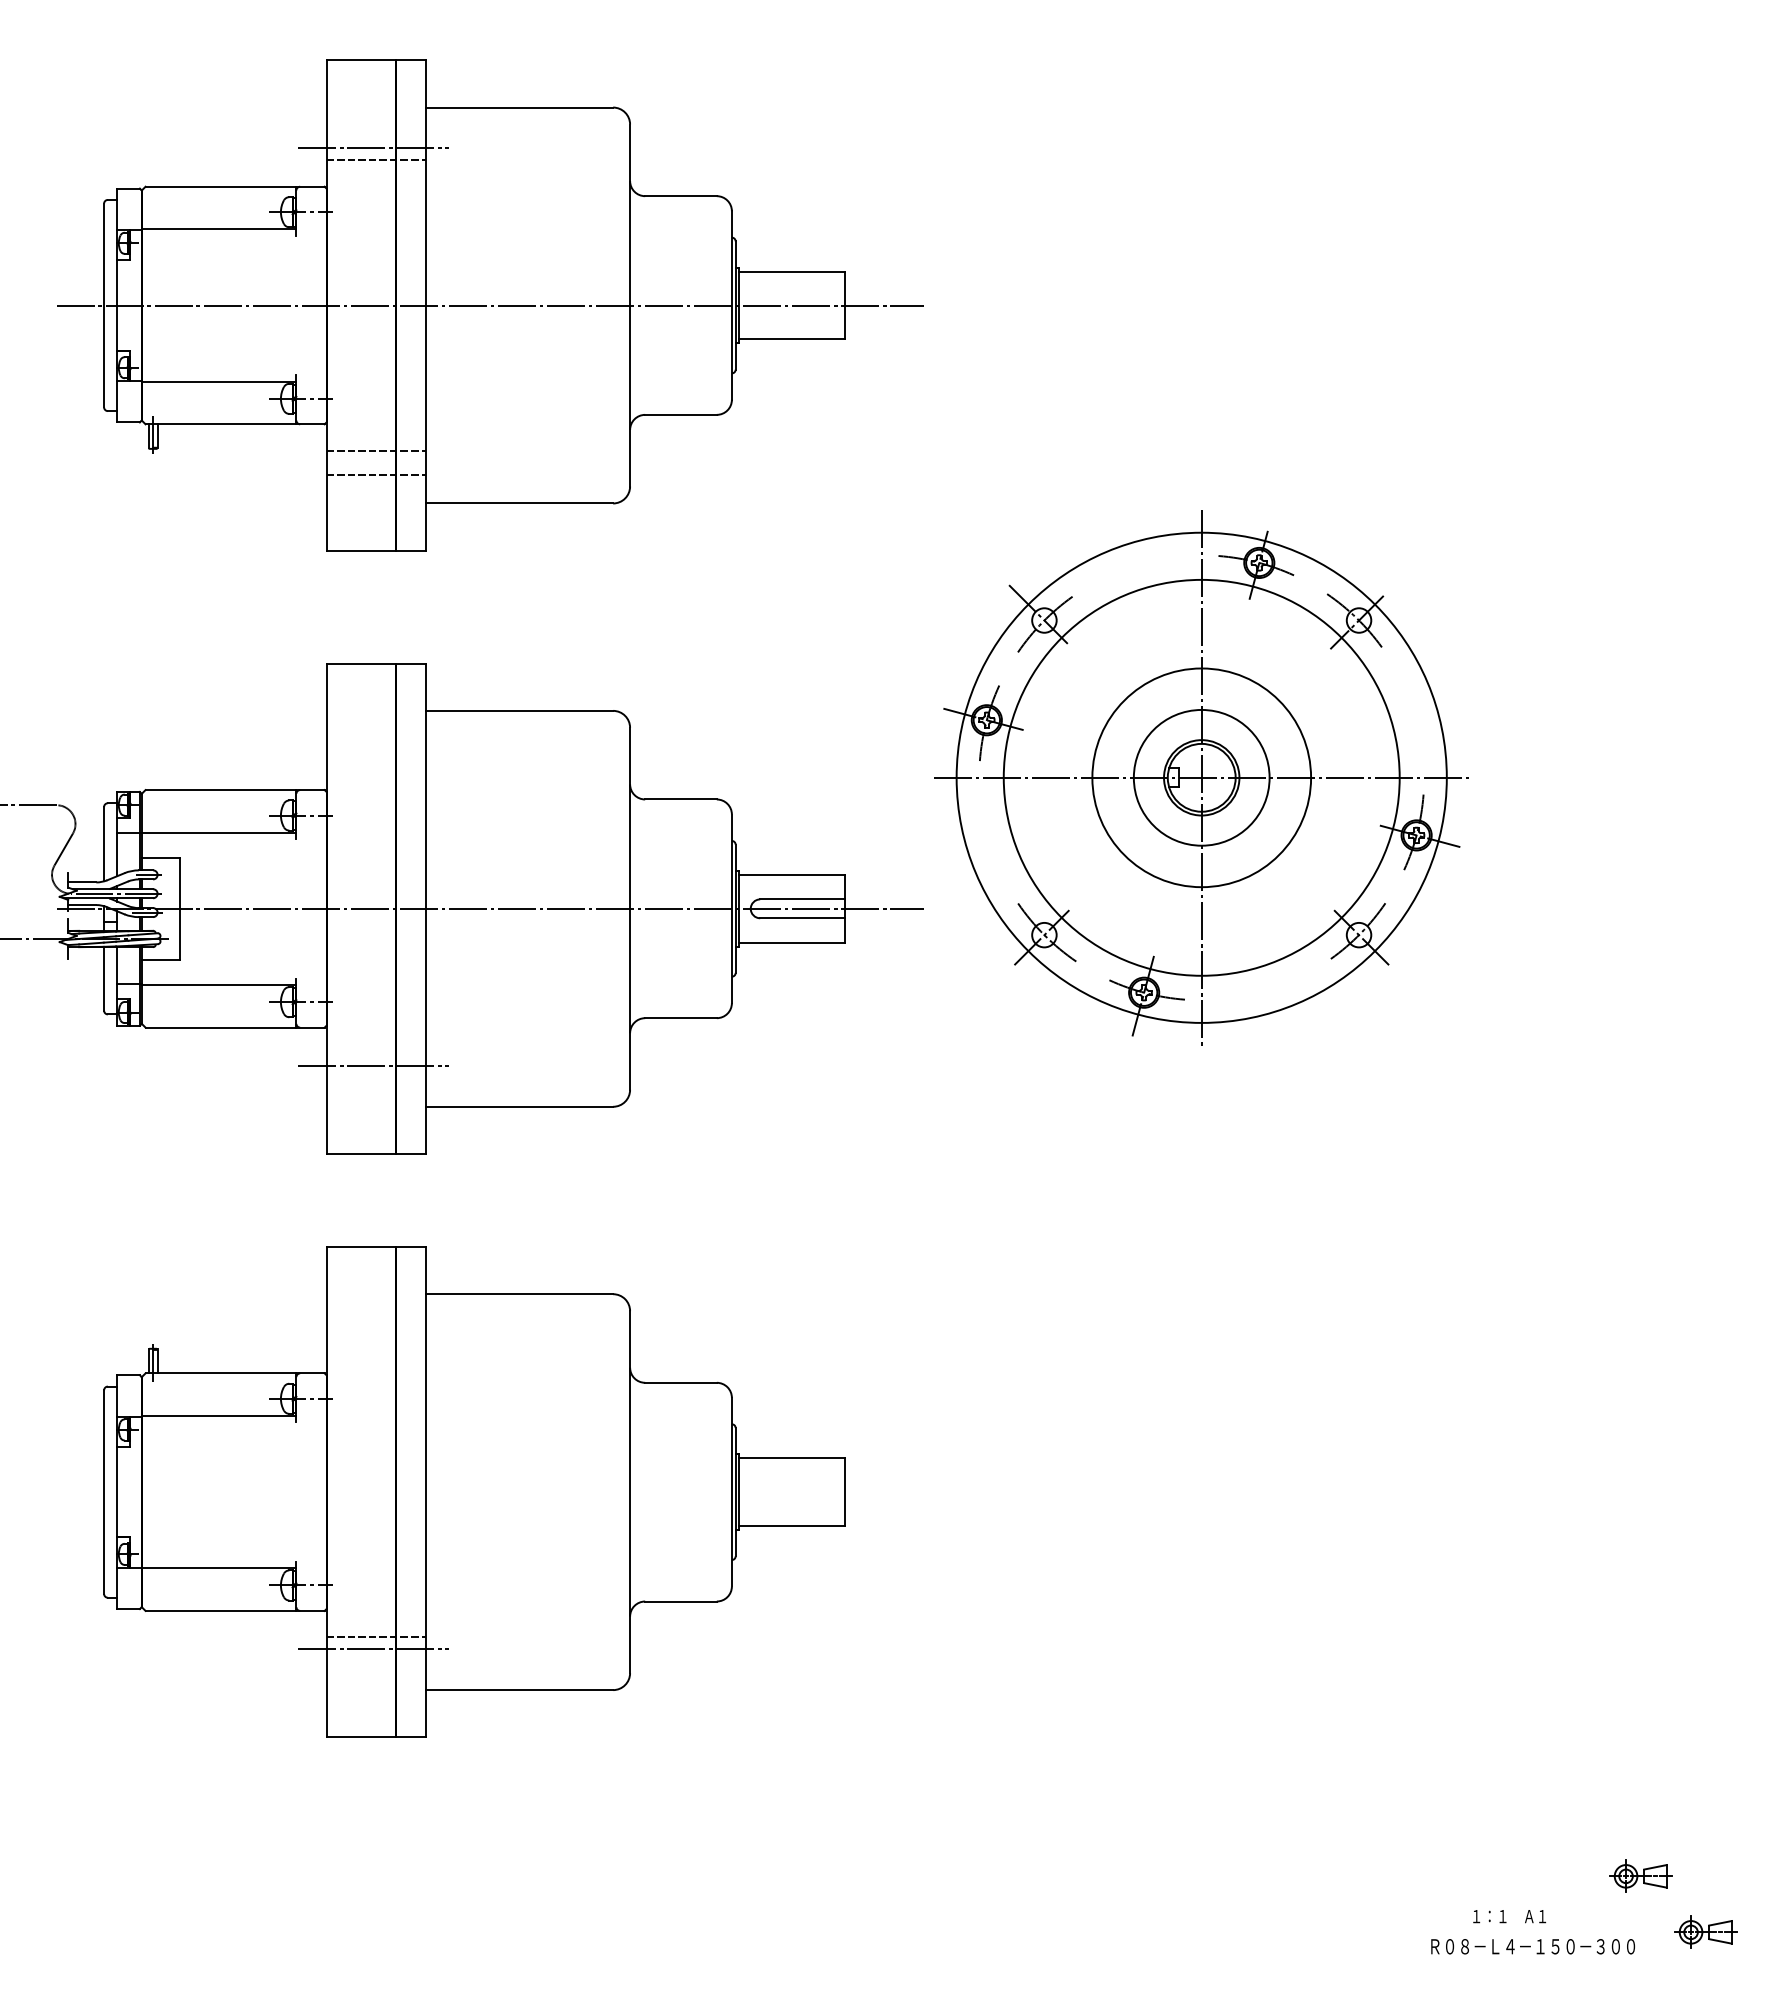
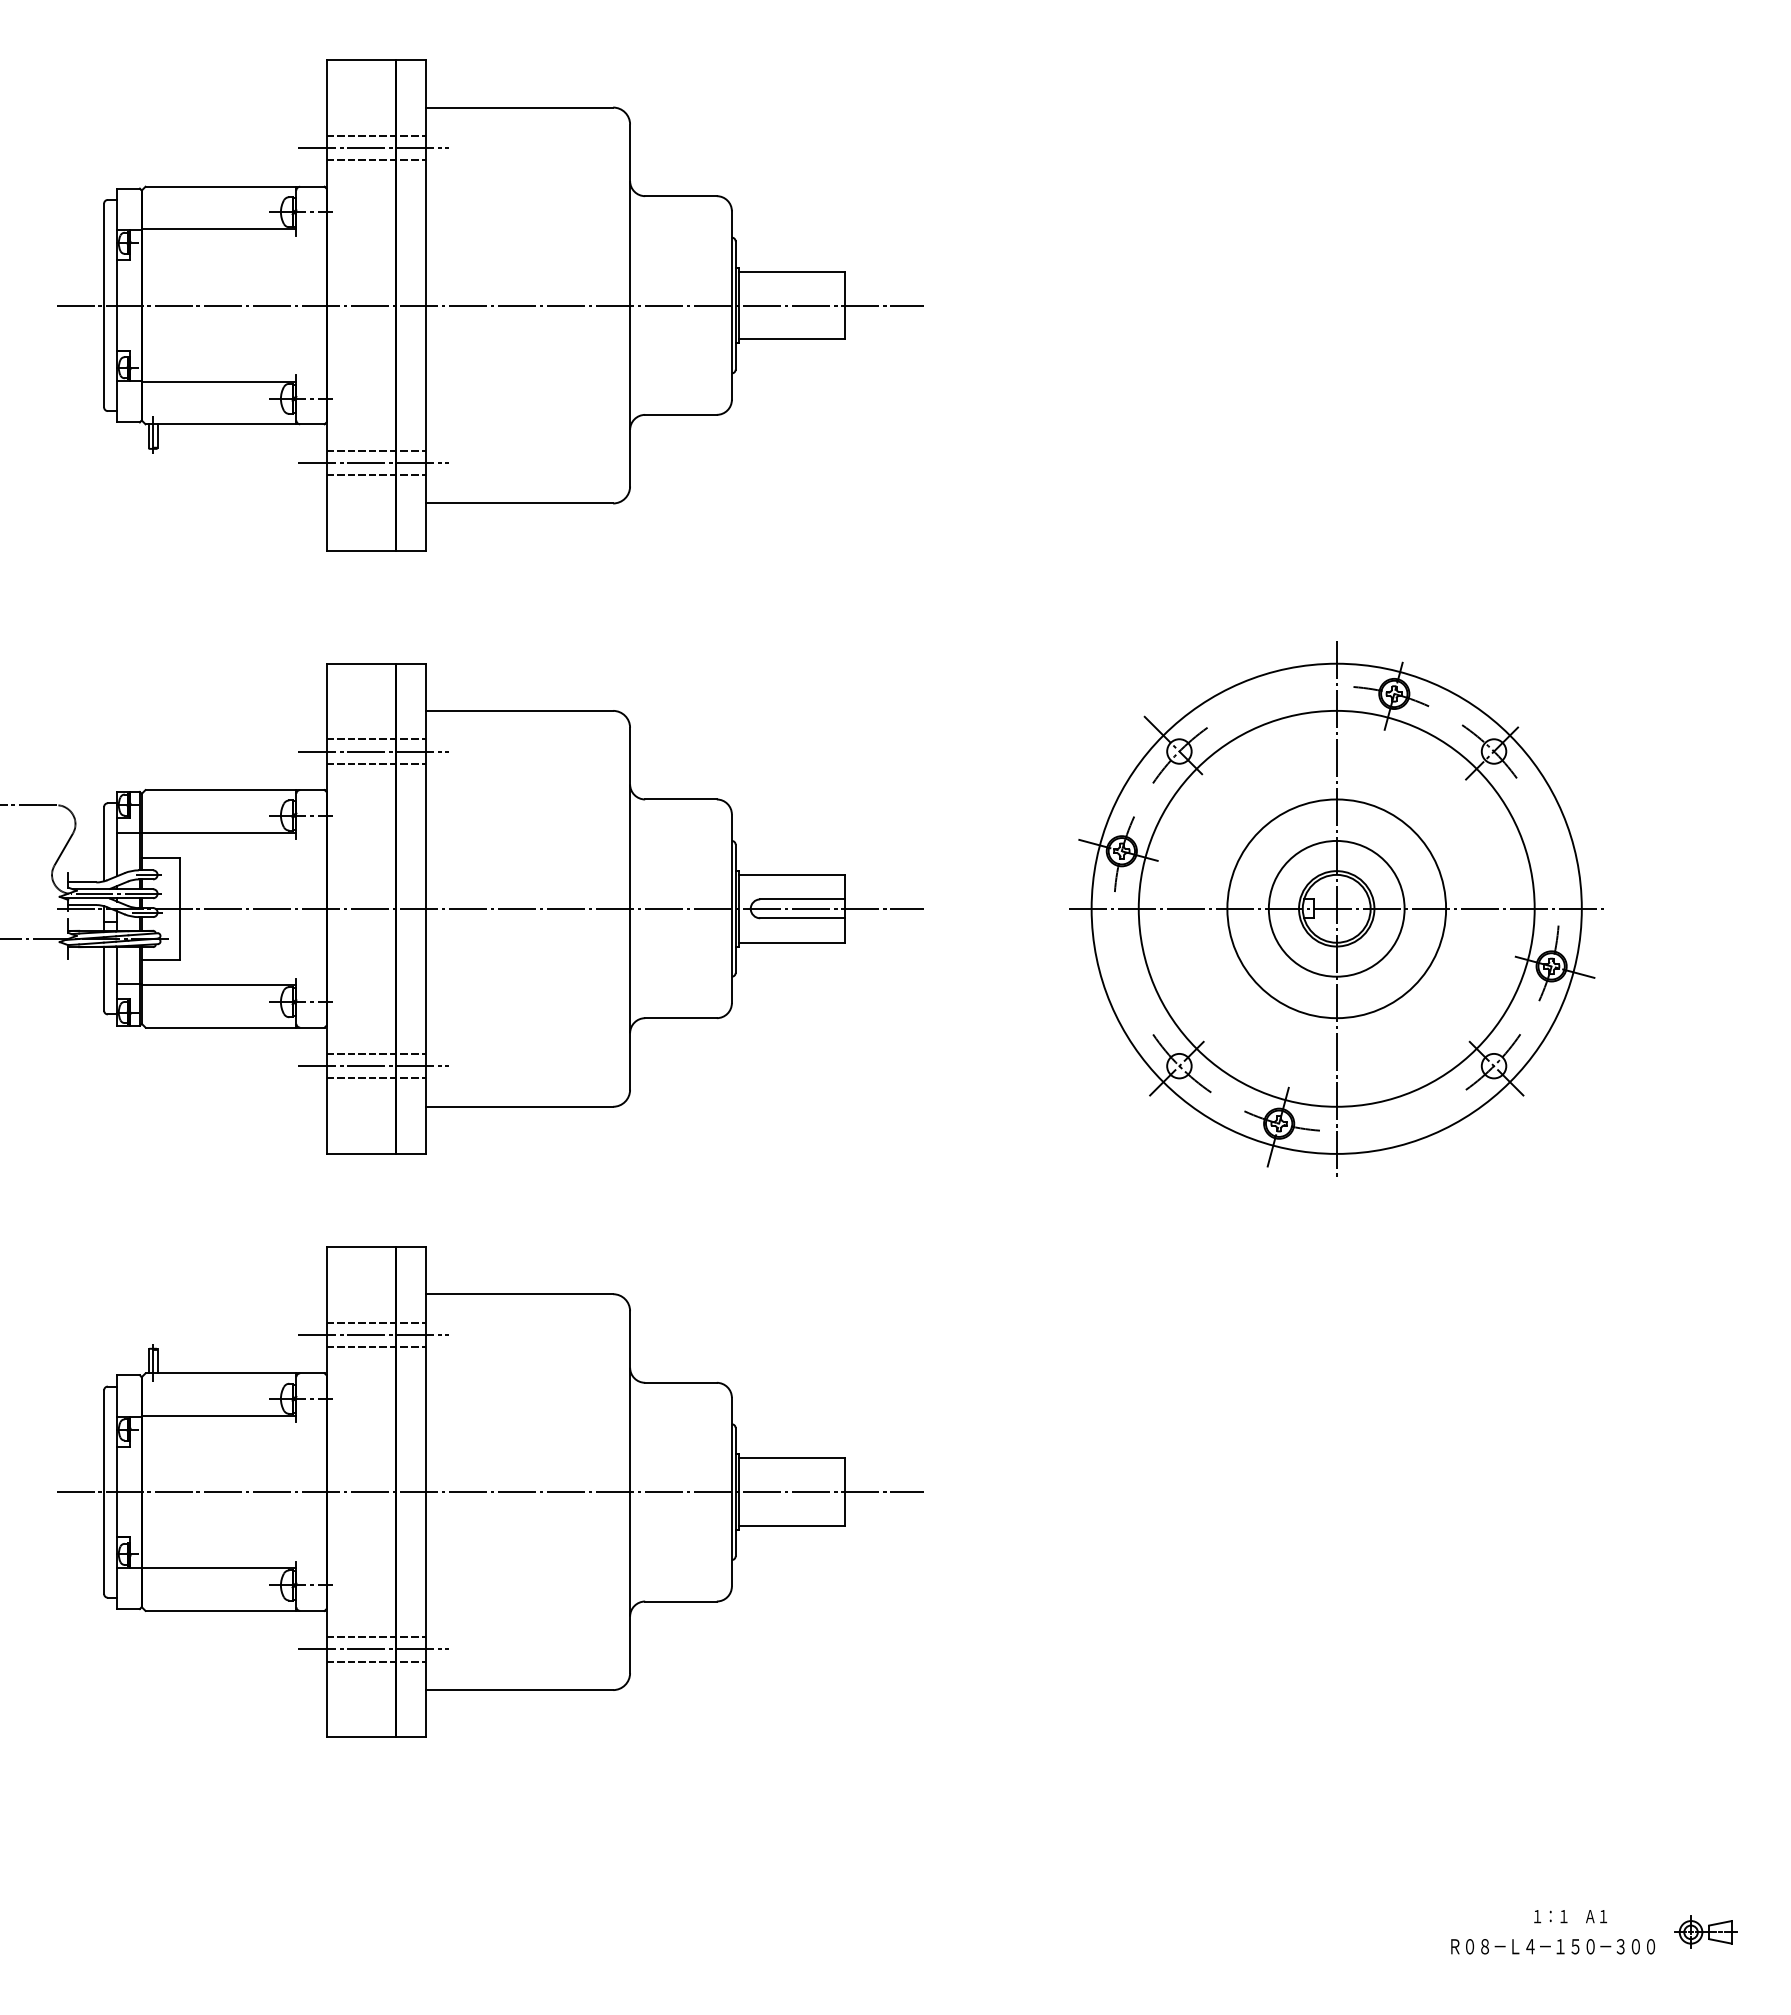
line at (376, 135): none -> present
line at (373, 462): none -> present
line at (376, 739): none -> present
line at (373, 751): none -> present
line at (376, 763): none -> present
part at (1201, 777) position: (1201, 777) -> (1336, 908)
line at (376, 1053): none -> present
line at (376, 1078): none -> present
line at (376, 1322): none -> present
line at (373, 1334): none -> present
line at (376, 1347): none -> present
line at (490, 1492): none -> present
line at (376, 1661): none -> present
part at (1640, 1875): present -> none
text at (1509, 1916) position: (1509, 1916) -> (1570, 1916)
text at (1532, 1946) position: (1532, 1946) -> (1552, 1946)
